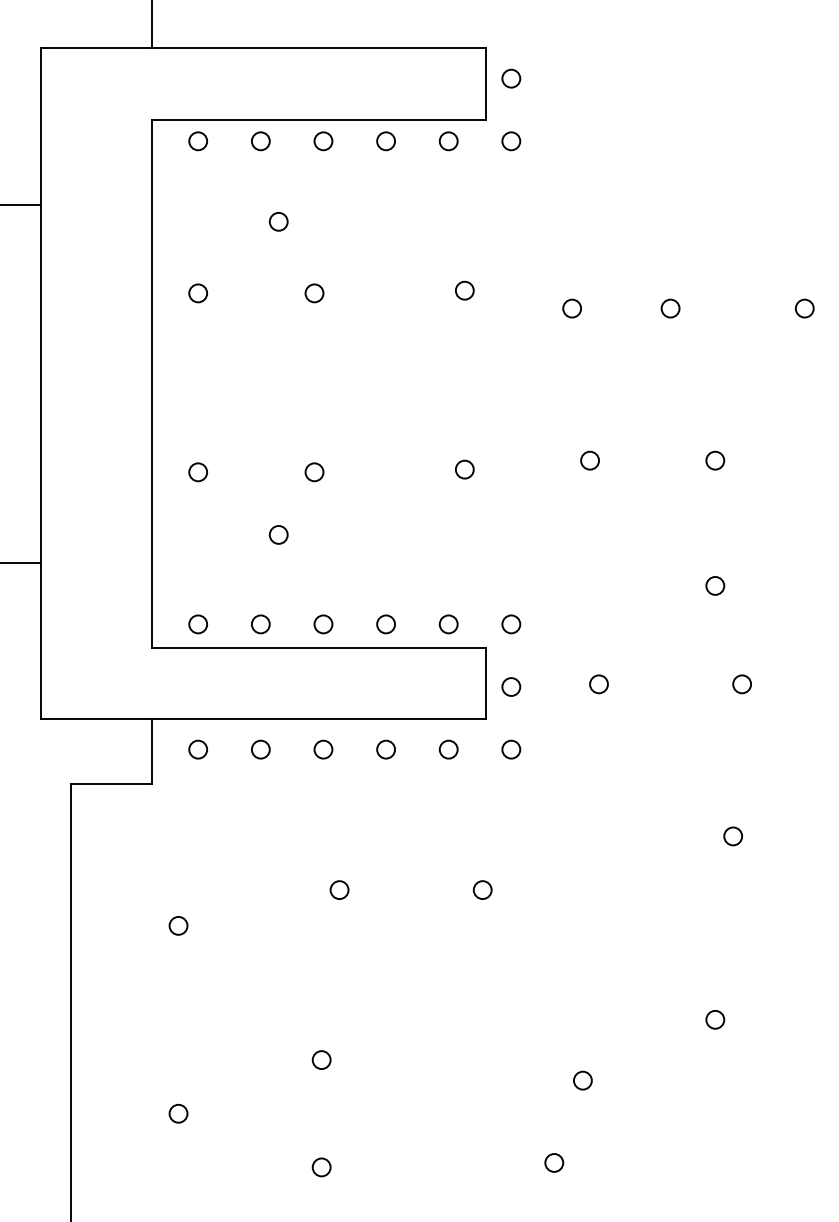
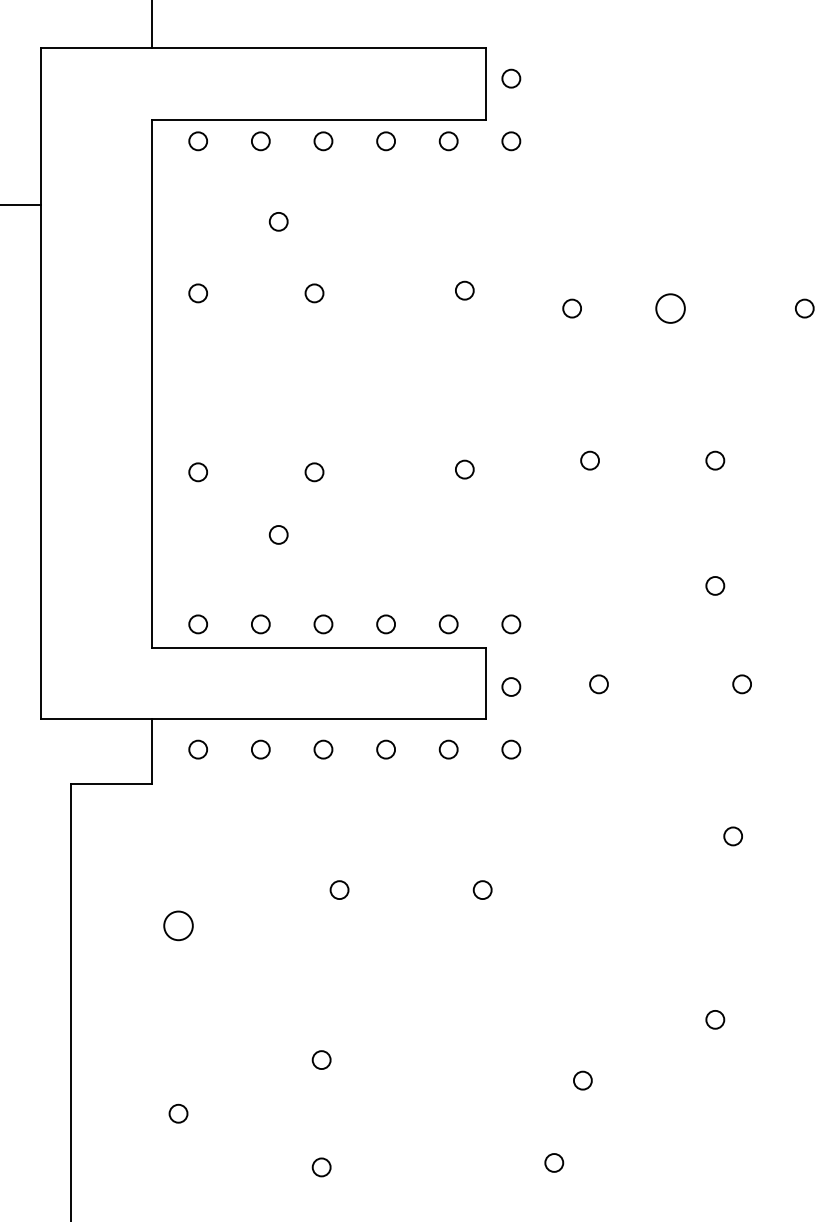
circle at (670, 308) diameter: 18 px -> 29 px
line at (21, 562): present -> none
circle at (178, 925) diameter: 18 px -> 29 px
